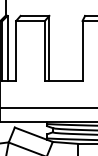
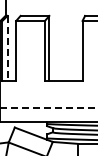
line at (7, 48): solid -> dashed
line at (49, 107): solid -> dashed
